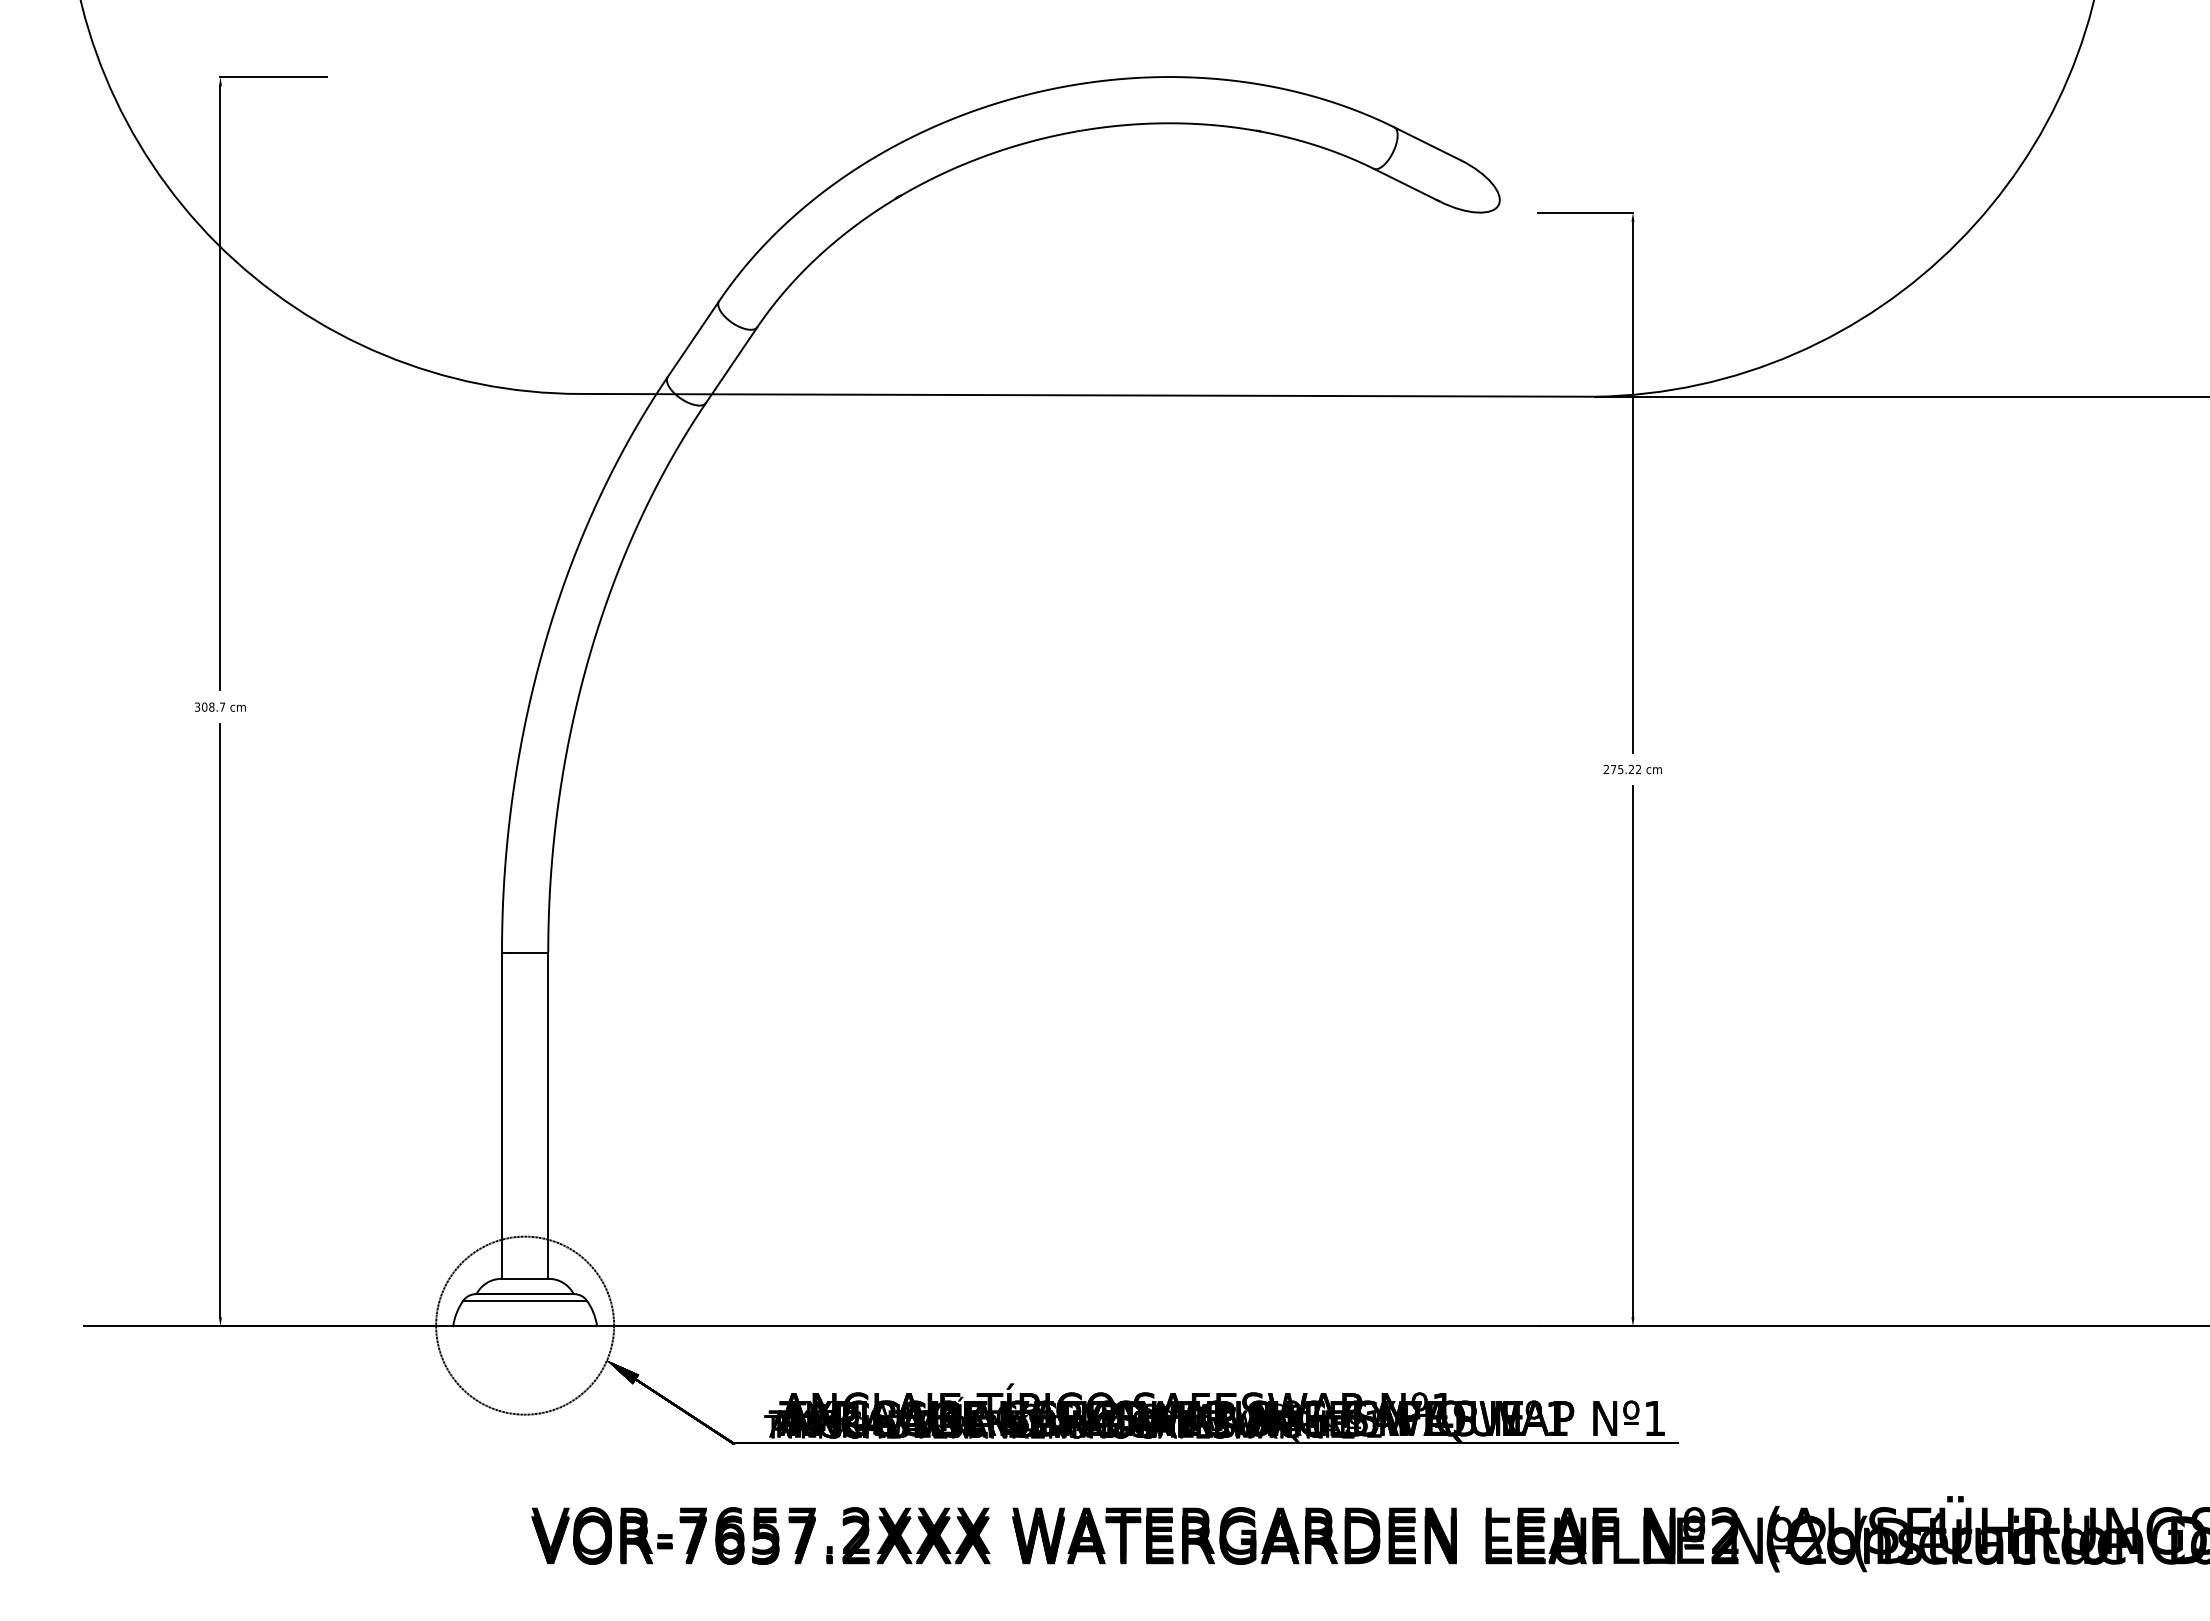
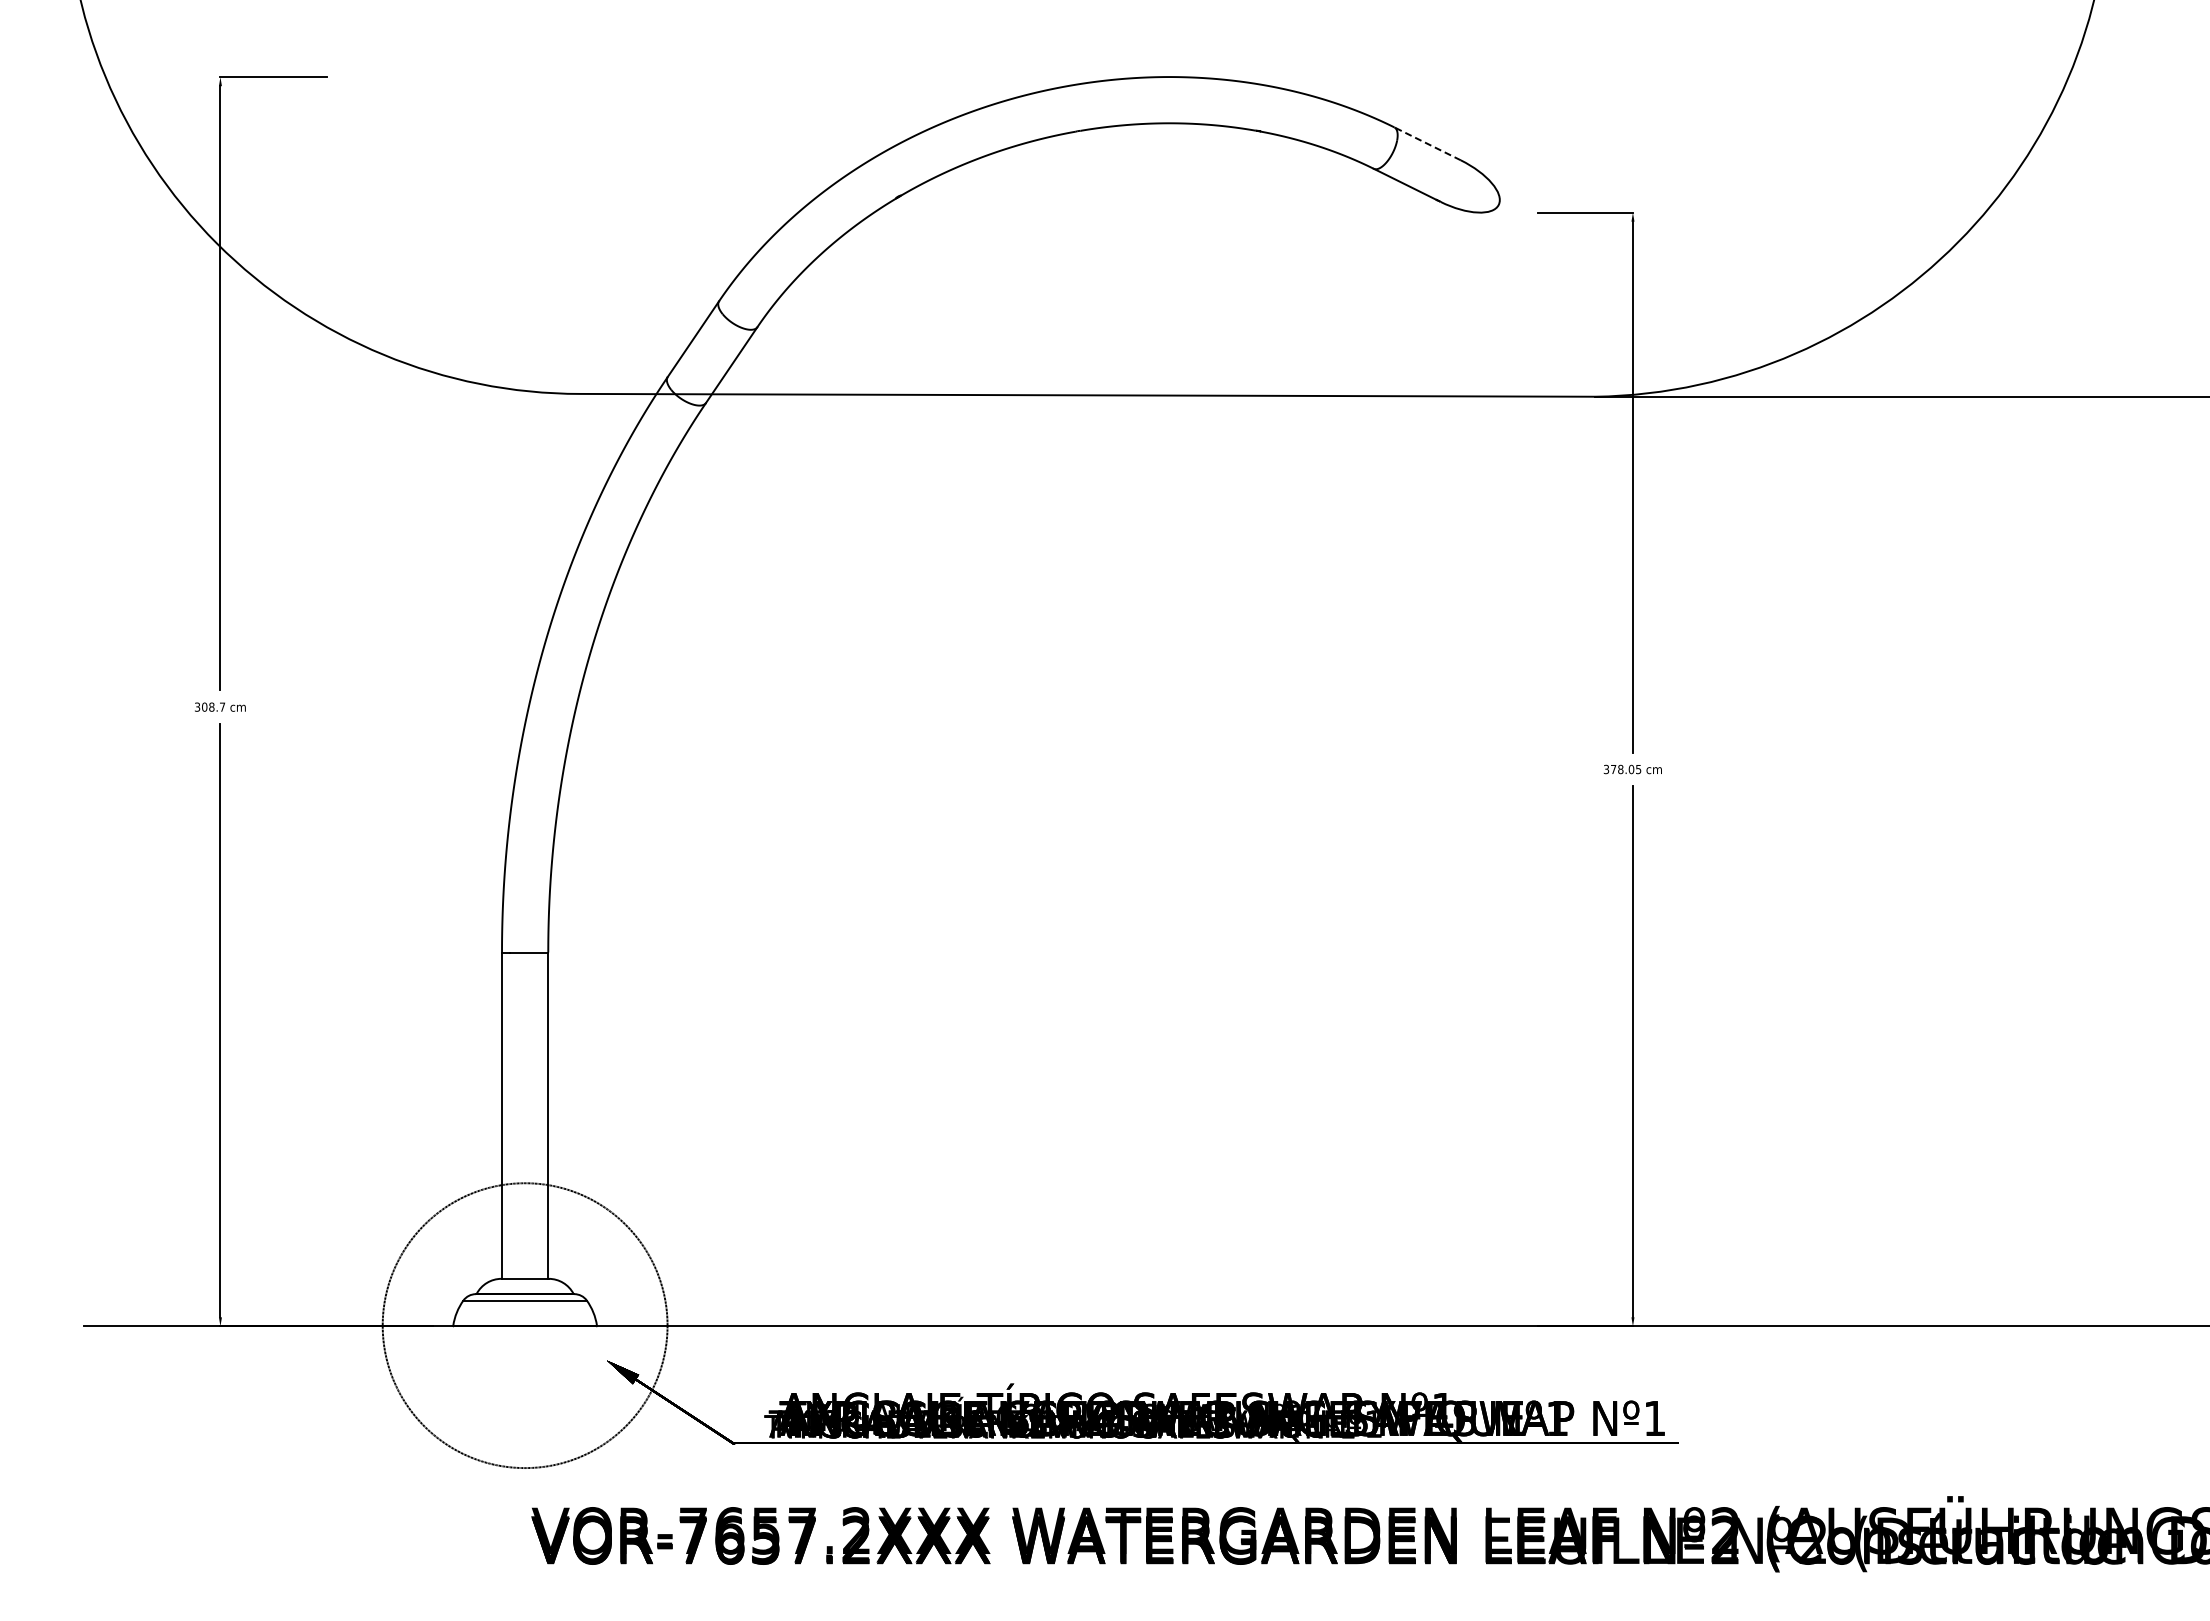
line at (1427, 143): solid -> dashed
text at (1622, 769): 275.22 -> 378.05
circle at (525, 1325) diameter: 178 px -> 285 px
